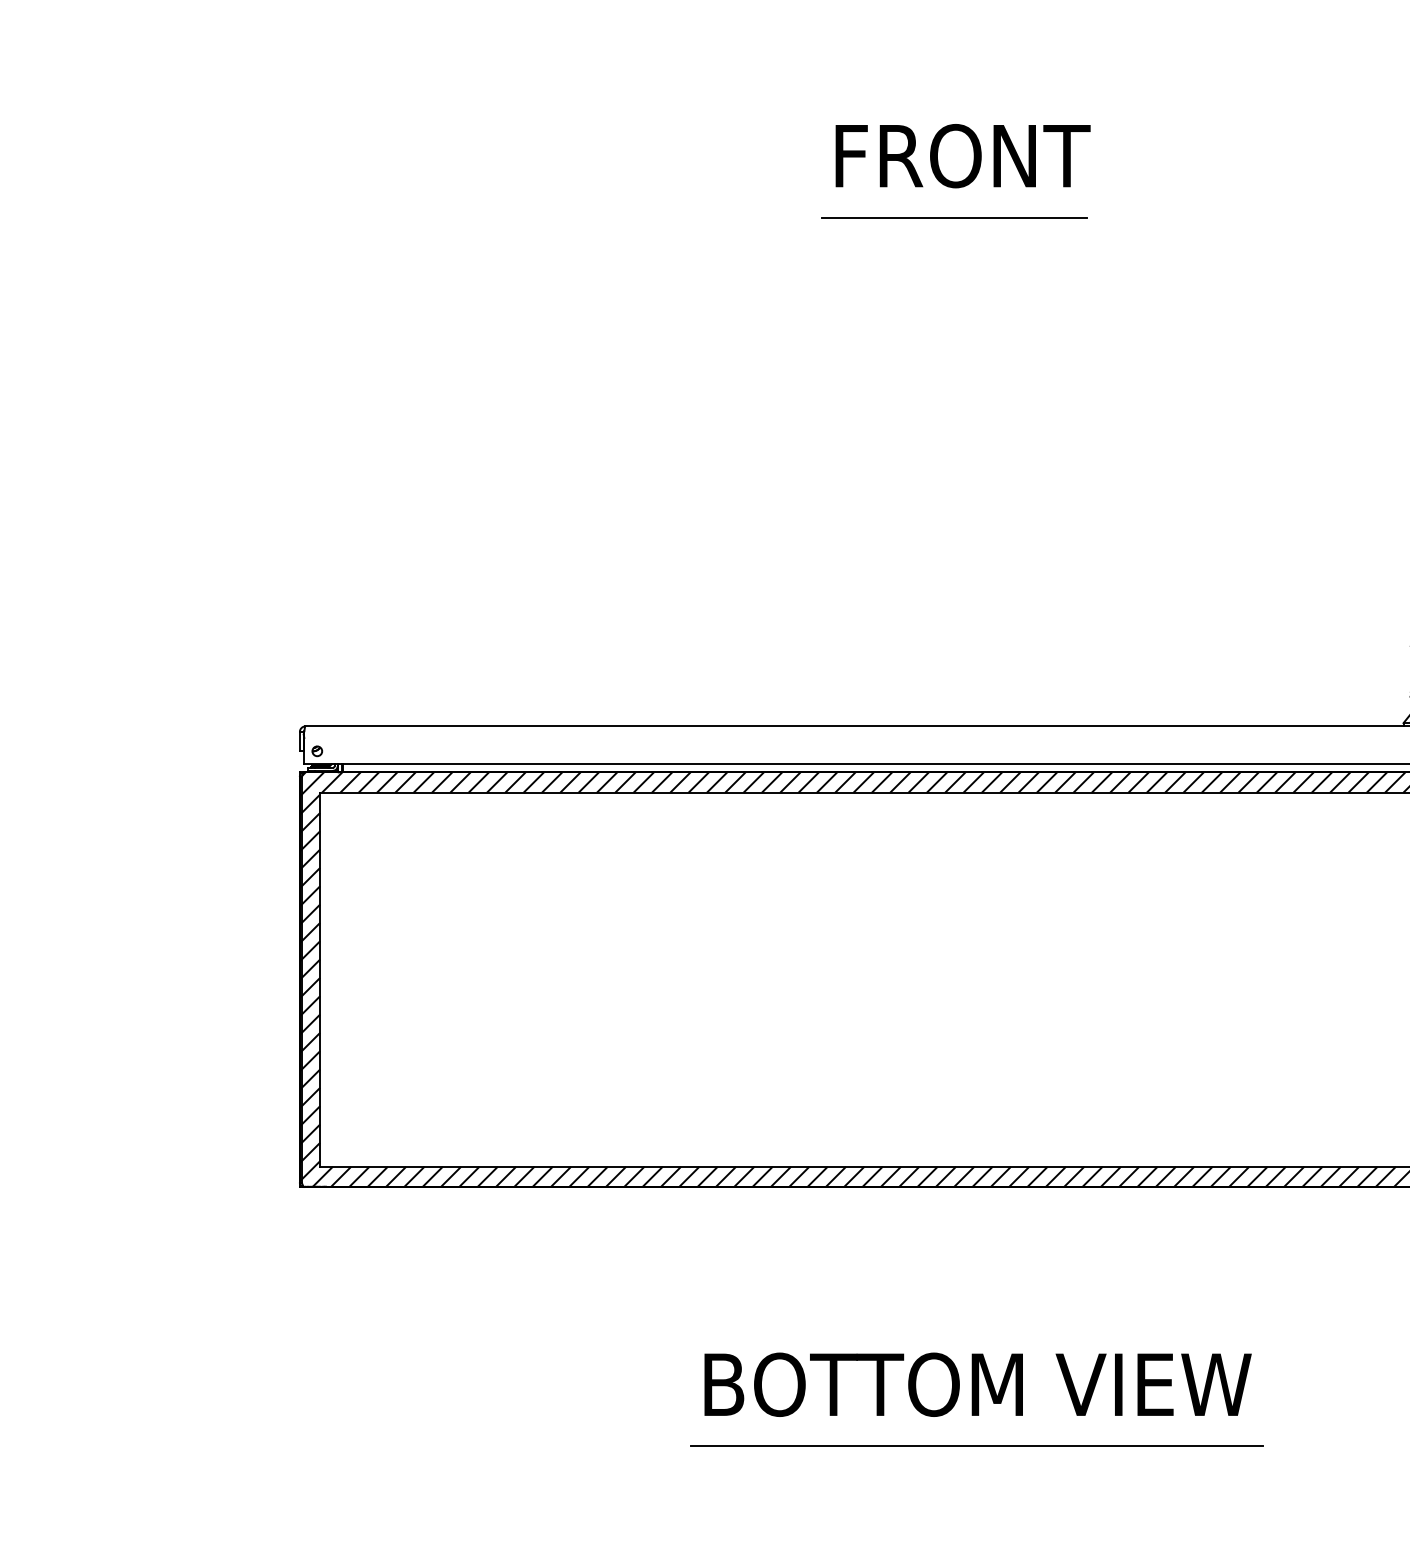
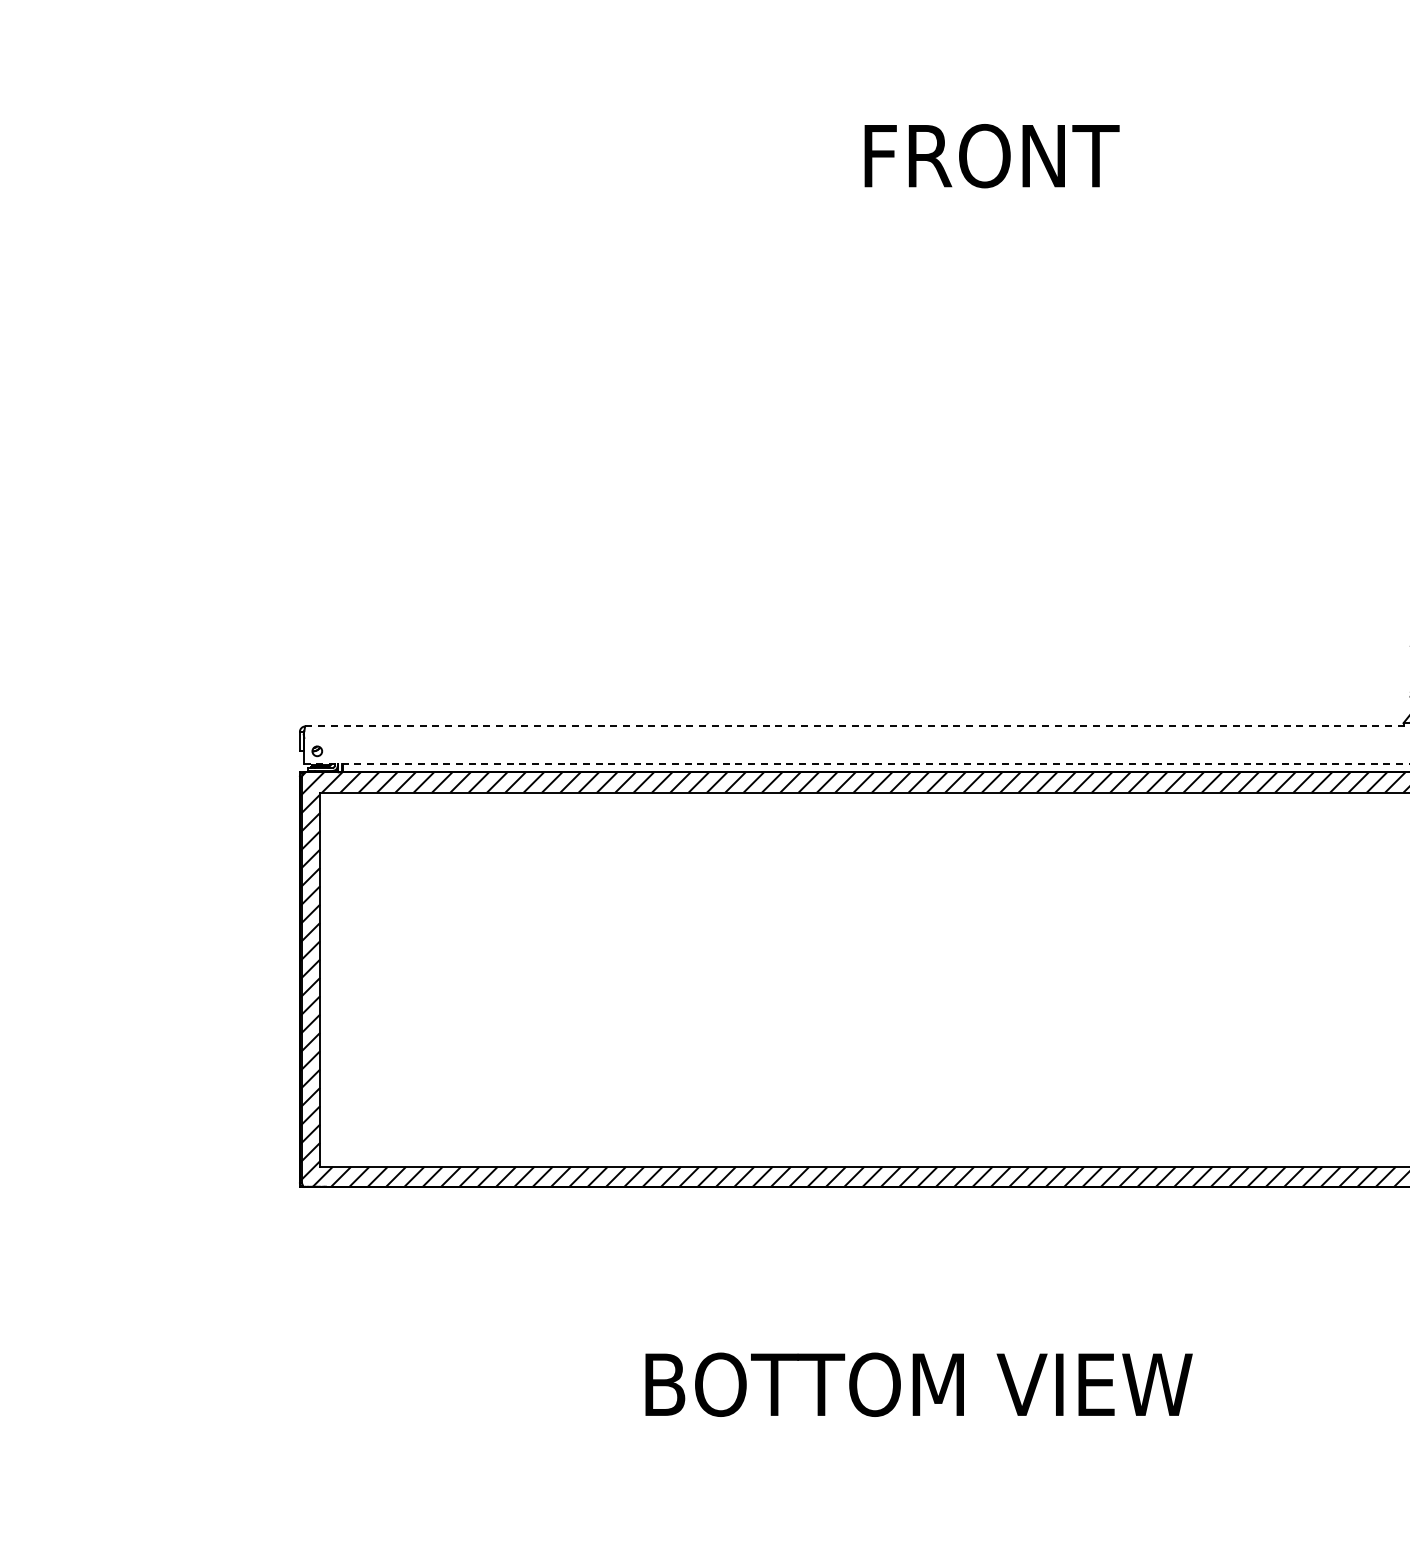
text at (962, 156) position: (962, 156) -> (991, 156)
line at (954, 217): present -> none
line at (858, 726): solid -> dashed
line at (856, 764): solid -> dashed
text at (977, 1384) position: (977, 1384) -> (918, 1384)
line at (976, 1445): present -> none
